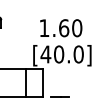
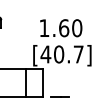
text at (78, 54): [40.0] -> [40.7]
